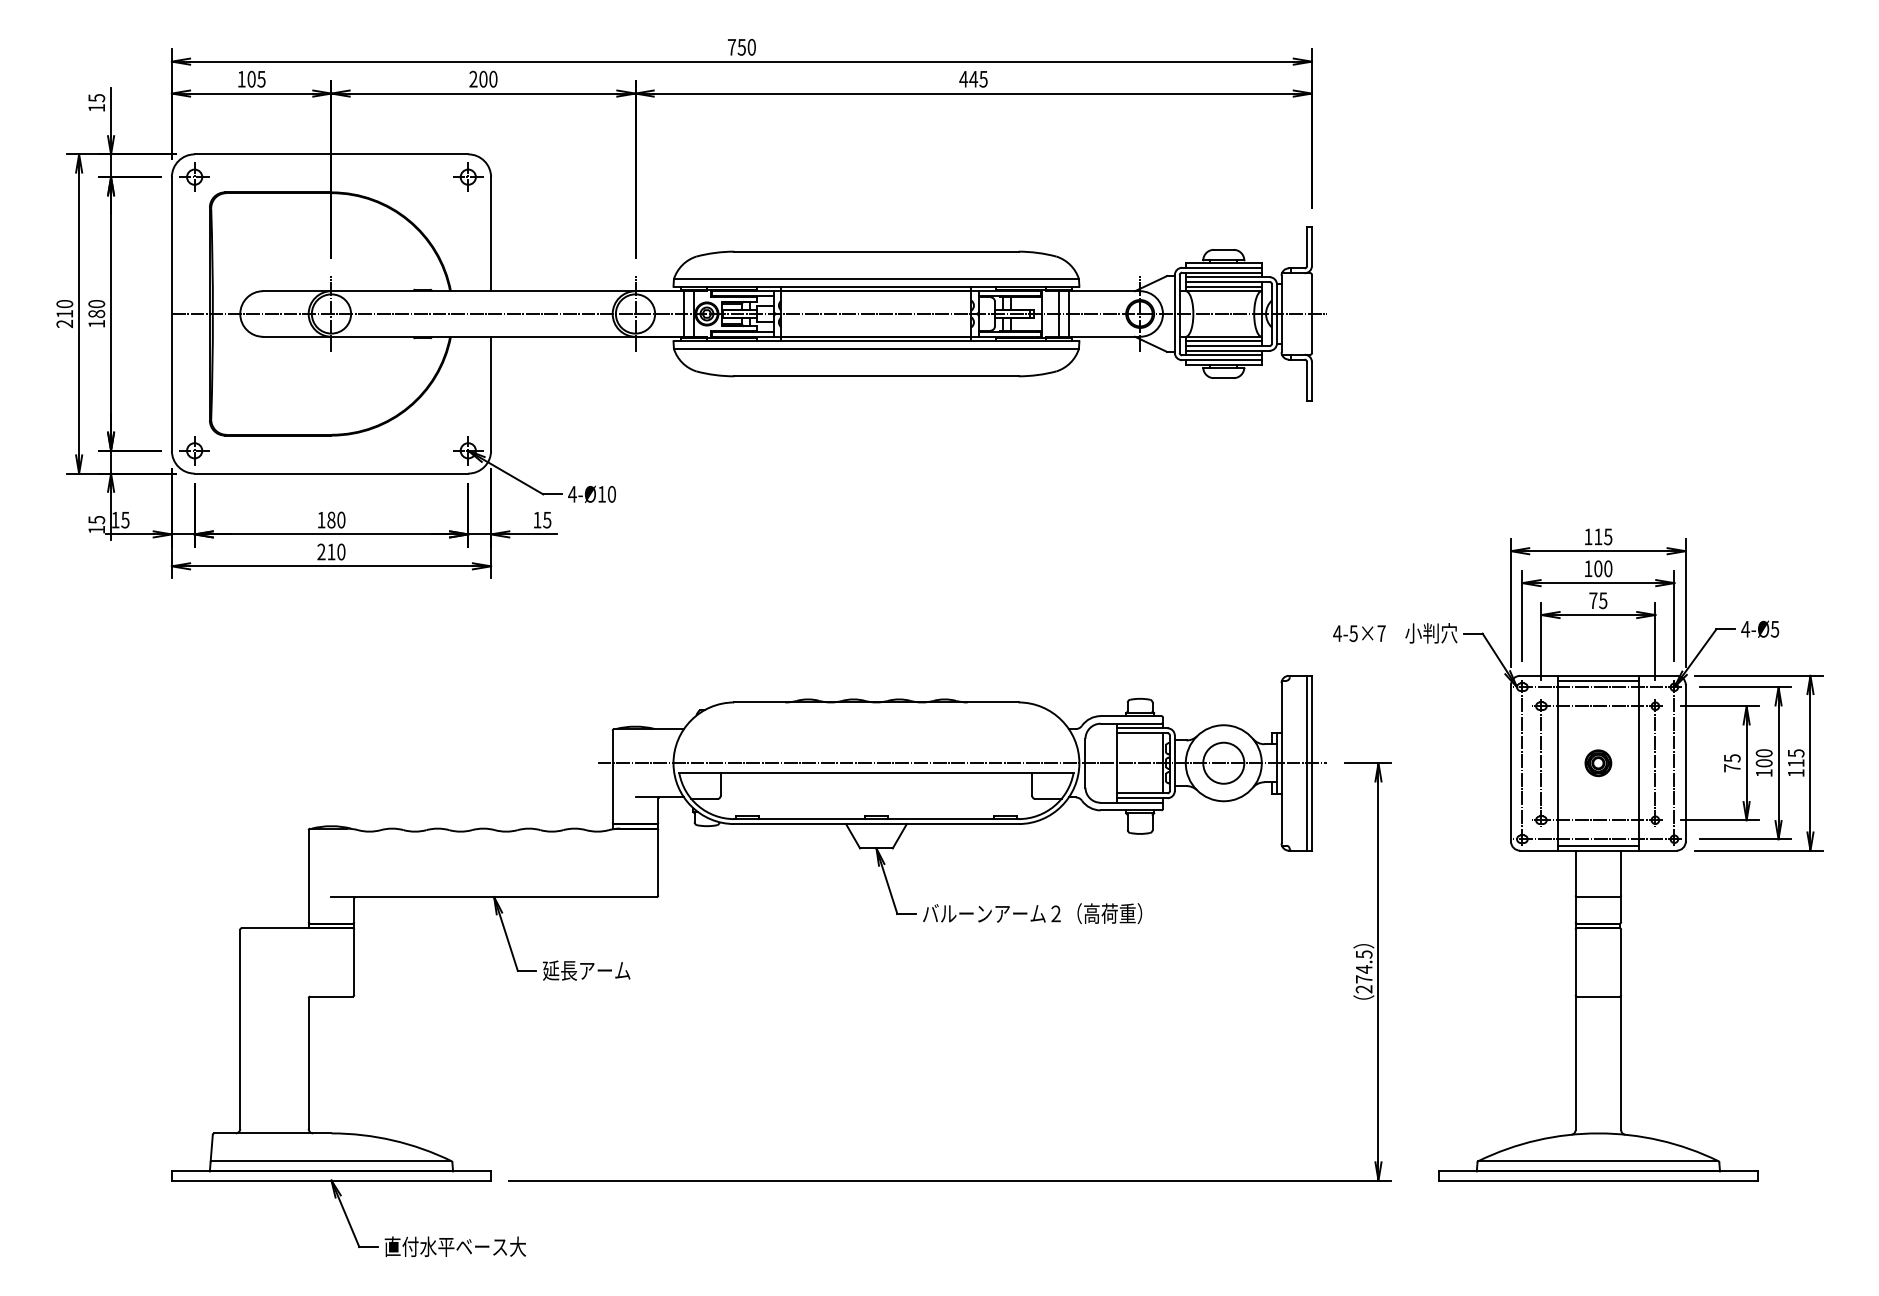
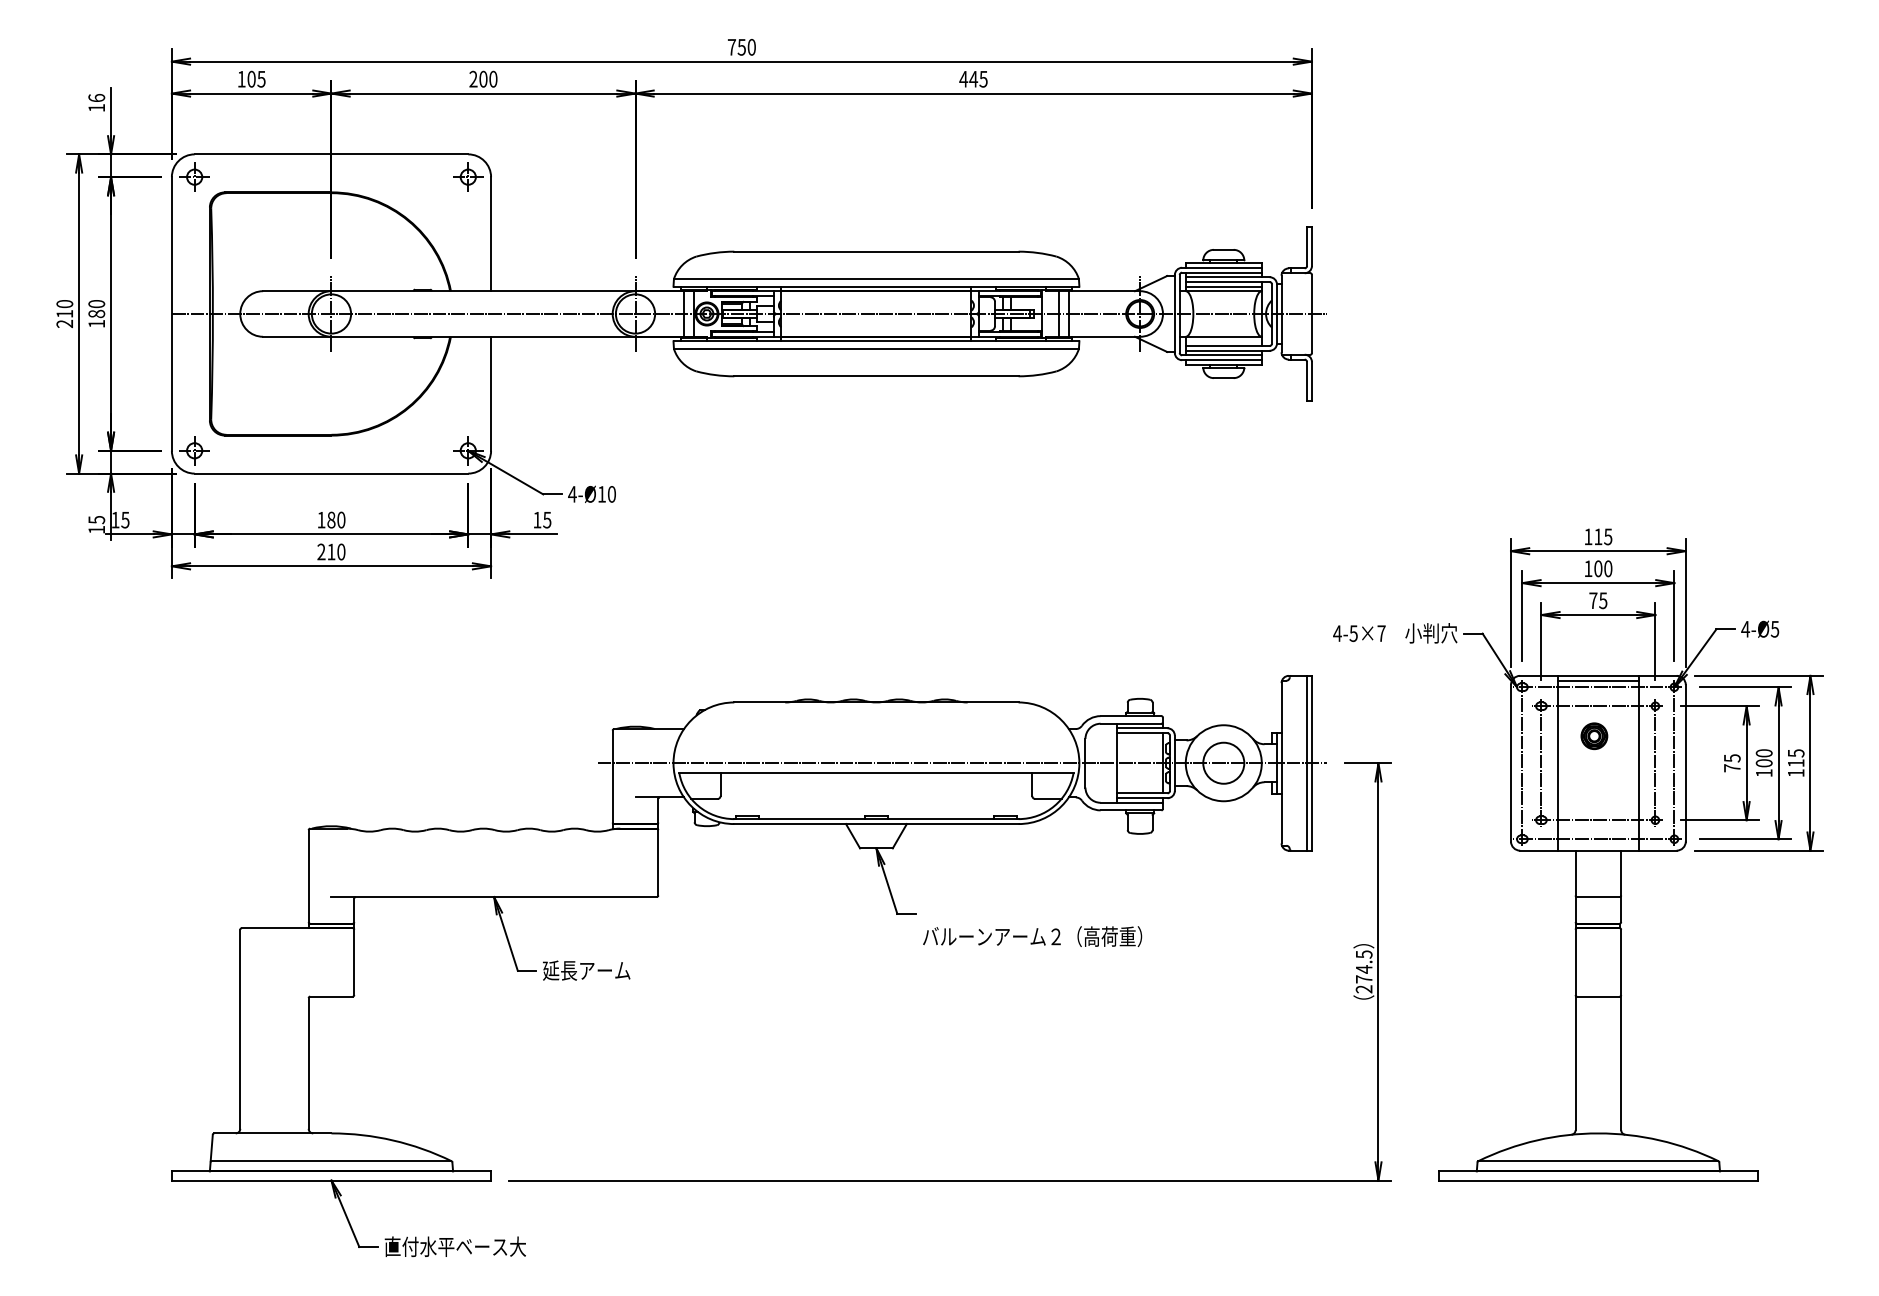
text at (96, 98): 15 -> 16
line at (1223, 341): present -> none
part at (1598, 763) position: (1598, 763) -> (1594, 736)
line at (1598, 845): present -> none
text at (1032, 913) position: (1032, 913) -> (1032, 936)
